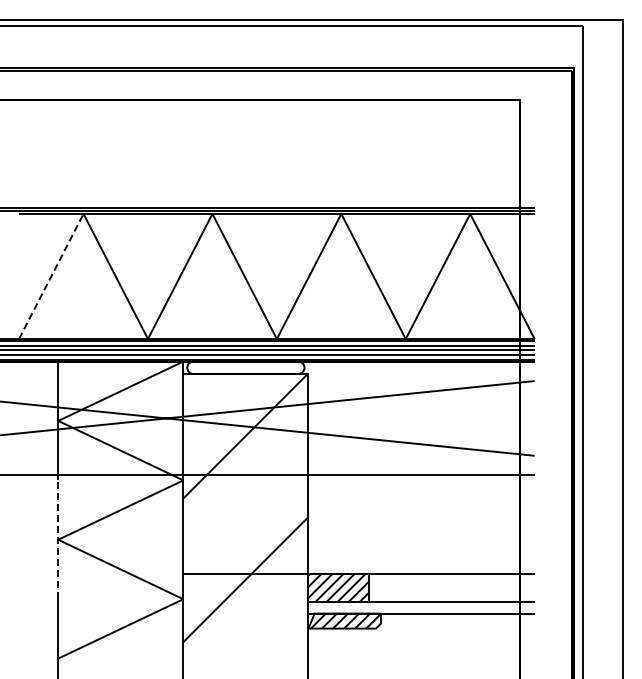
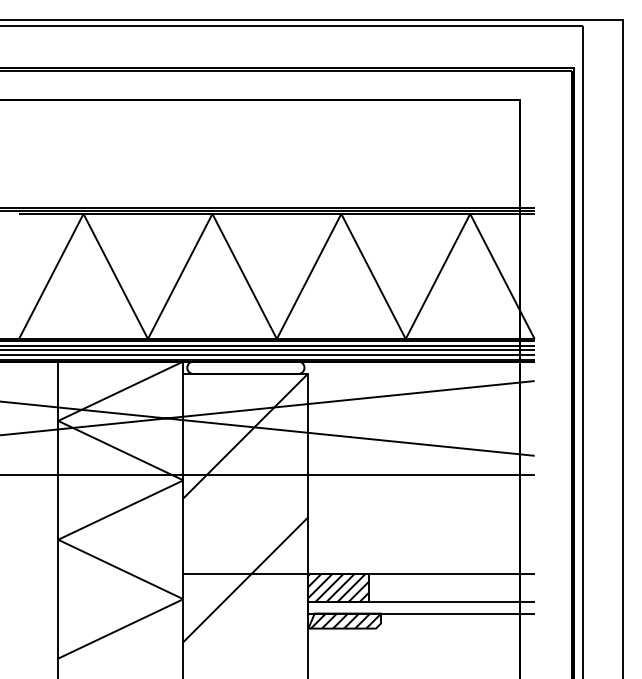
line at (51, 276): dashed -> solid
line at (58, 539): dashed -> solid
